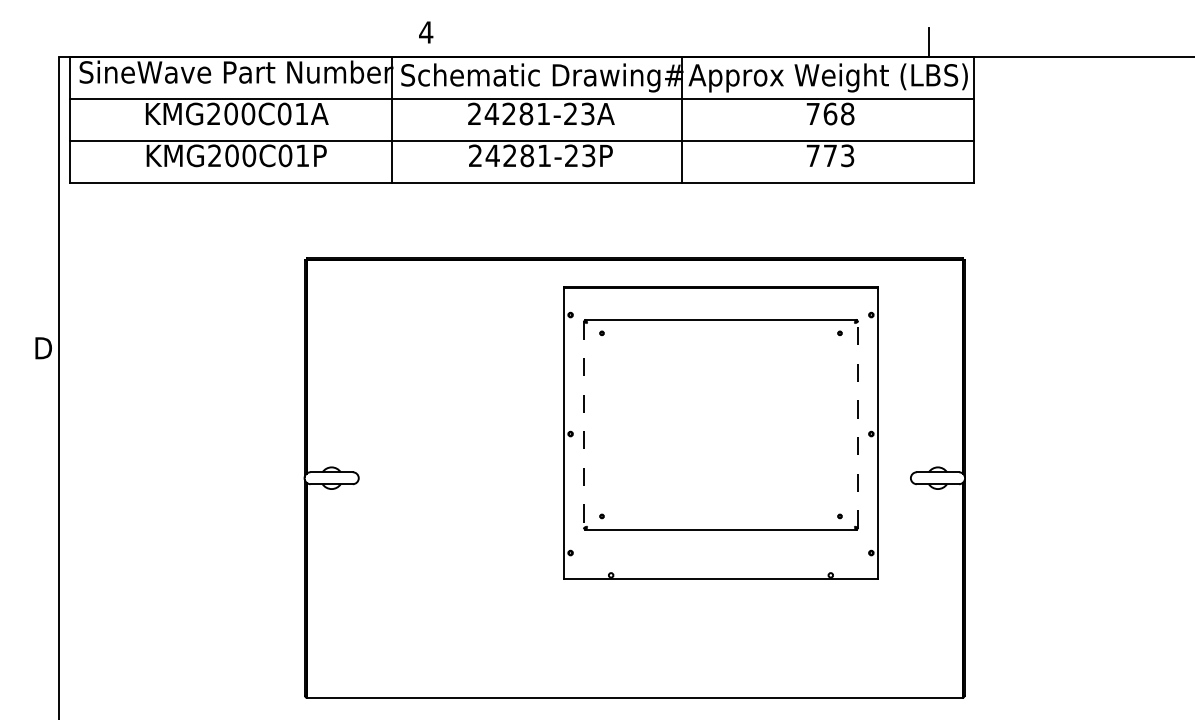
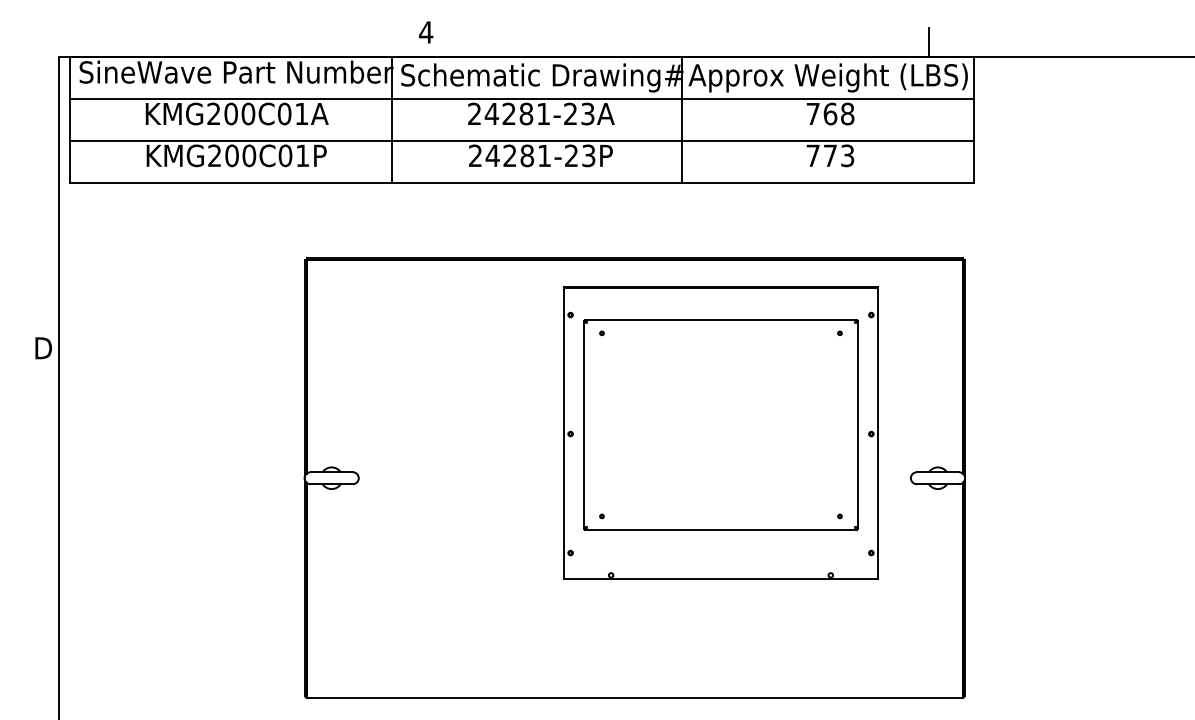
line at (584, 424): dashed -> solid
line at (857, 424): dashed -> solid
